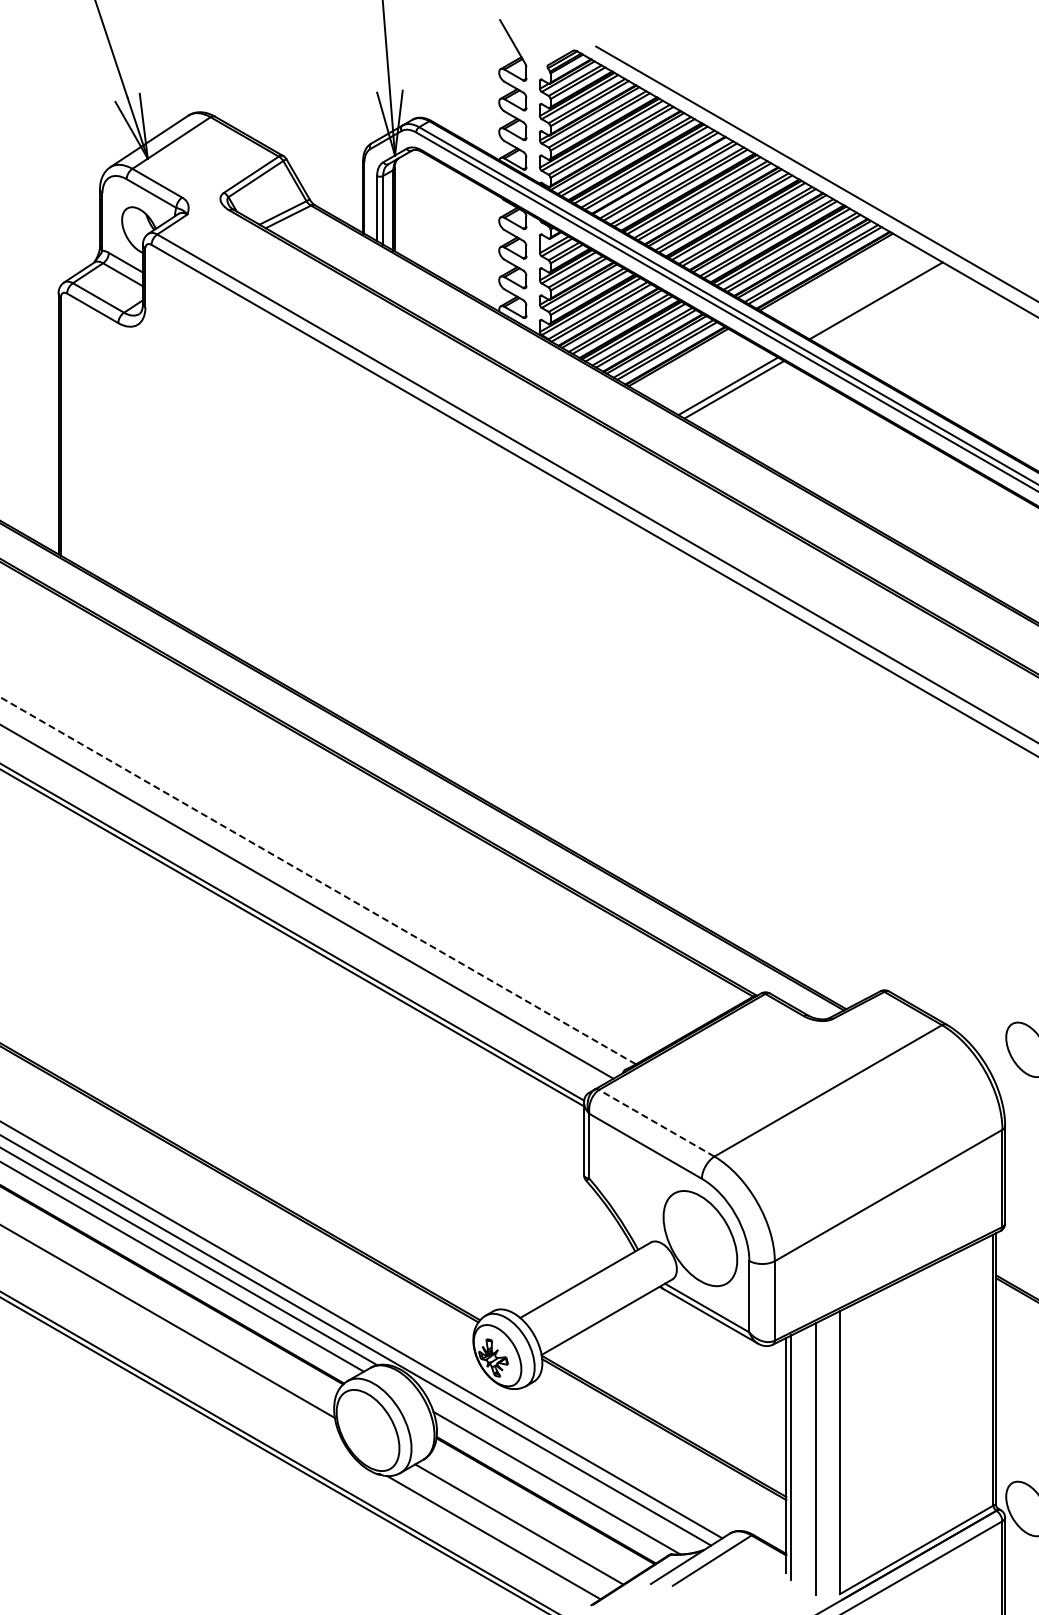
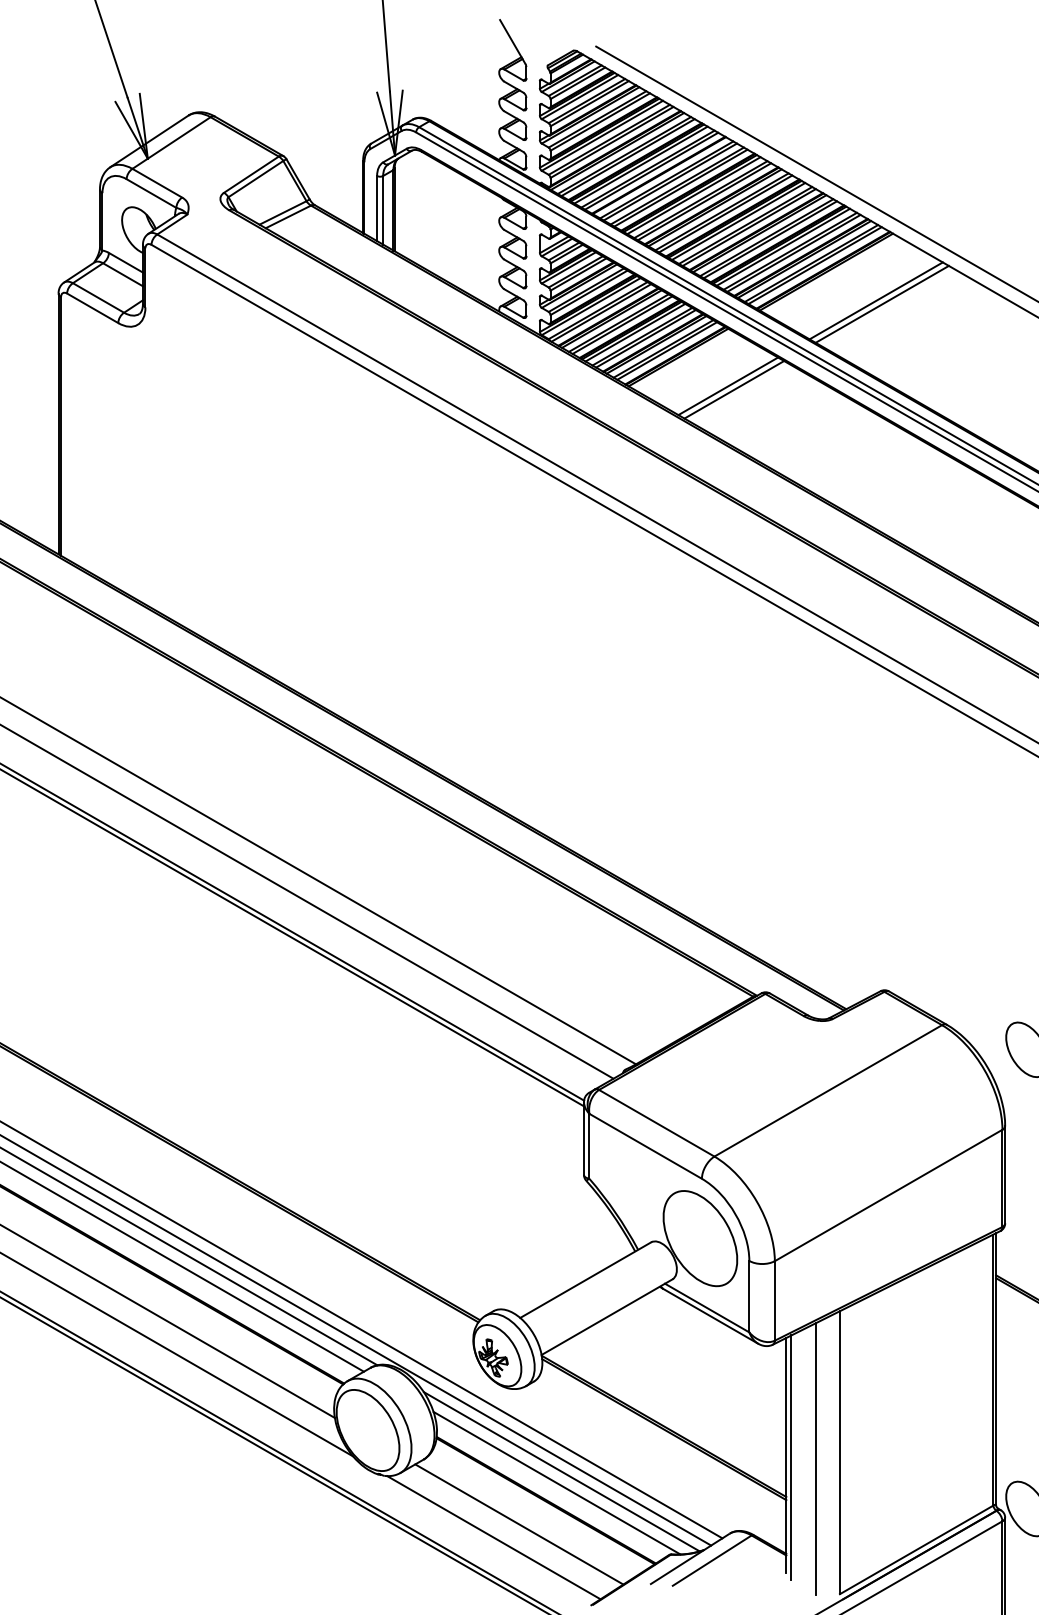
line at (881, 303): none -> present
line at (317, 880): dashed -> solid
line at (656, 1123): dashed -> solid
line at (177, 1354): none -> present
line at (561, 1471): none -> present
